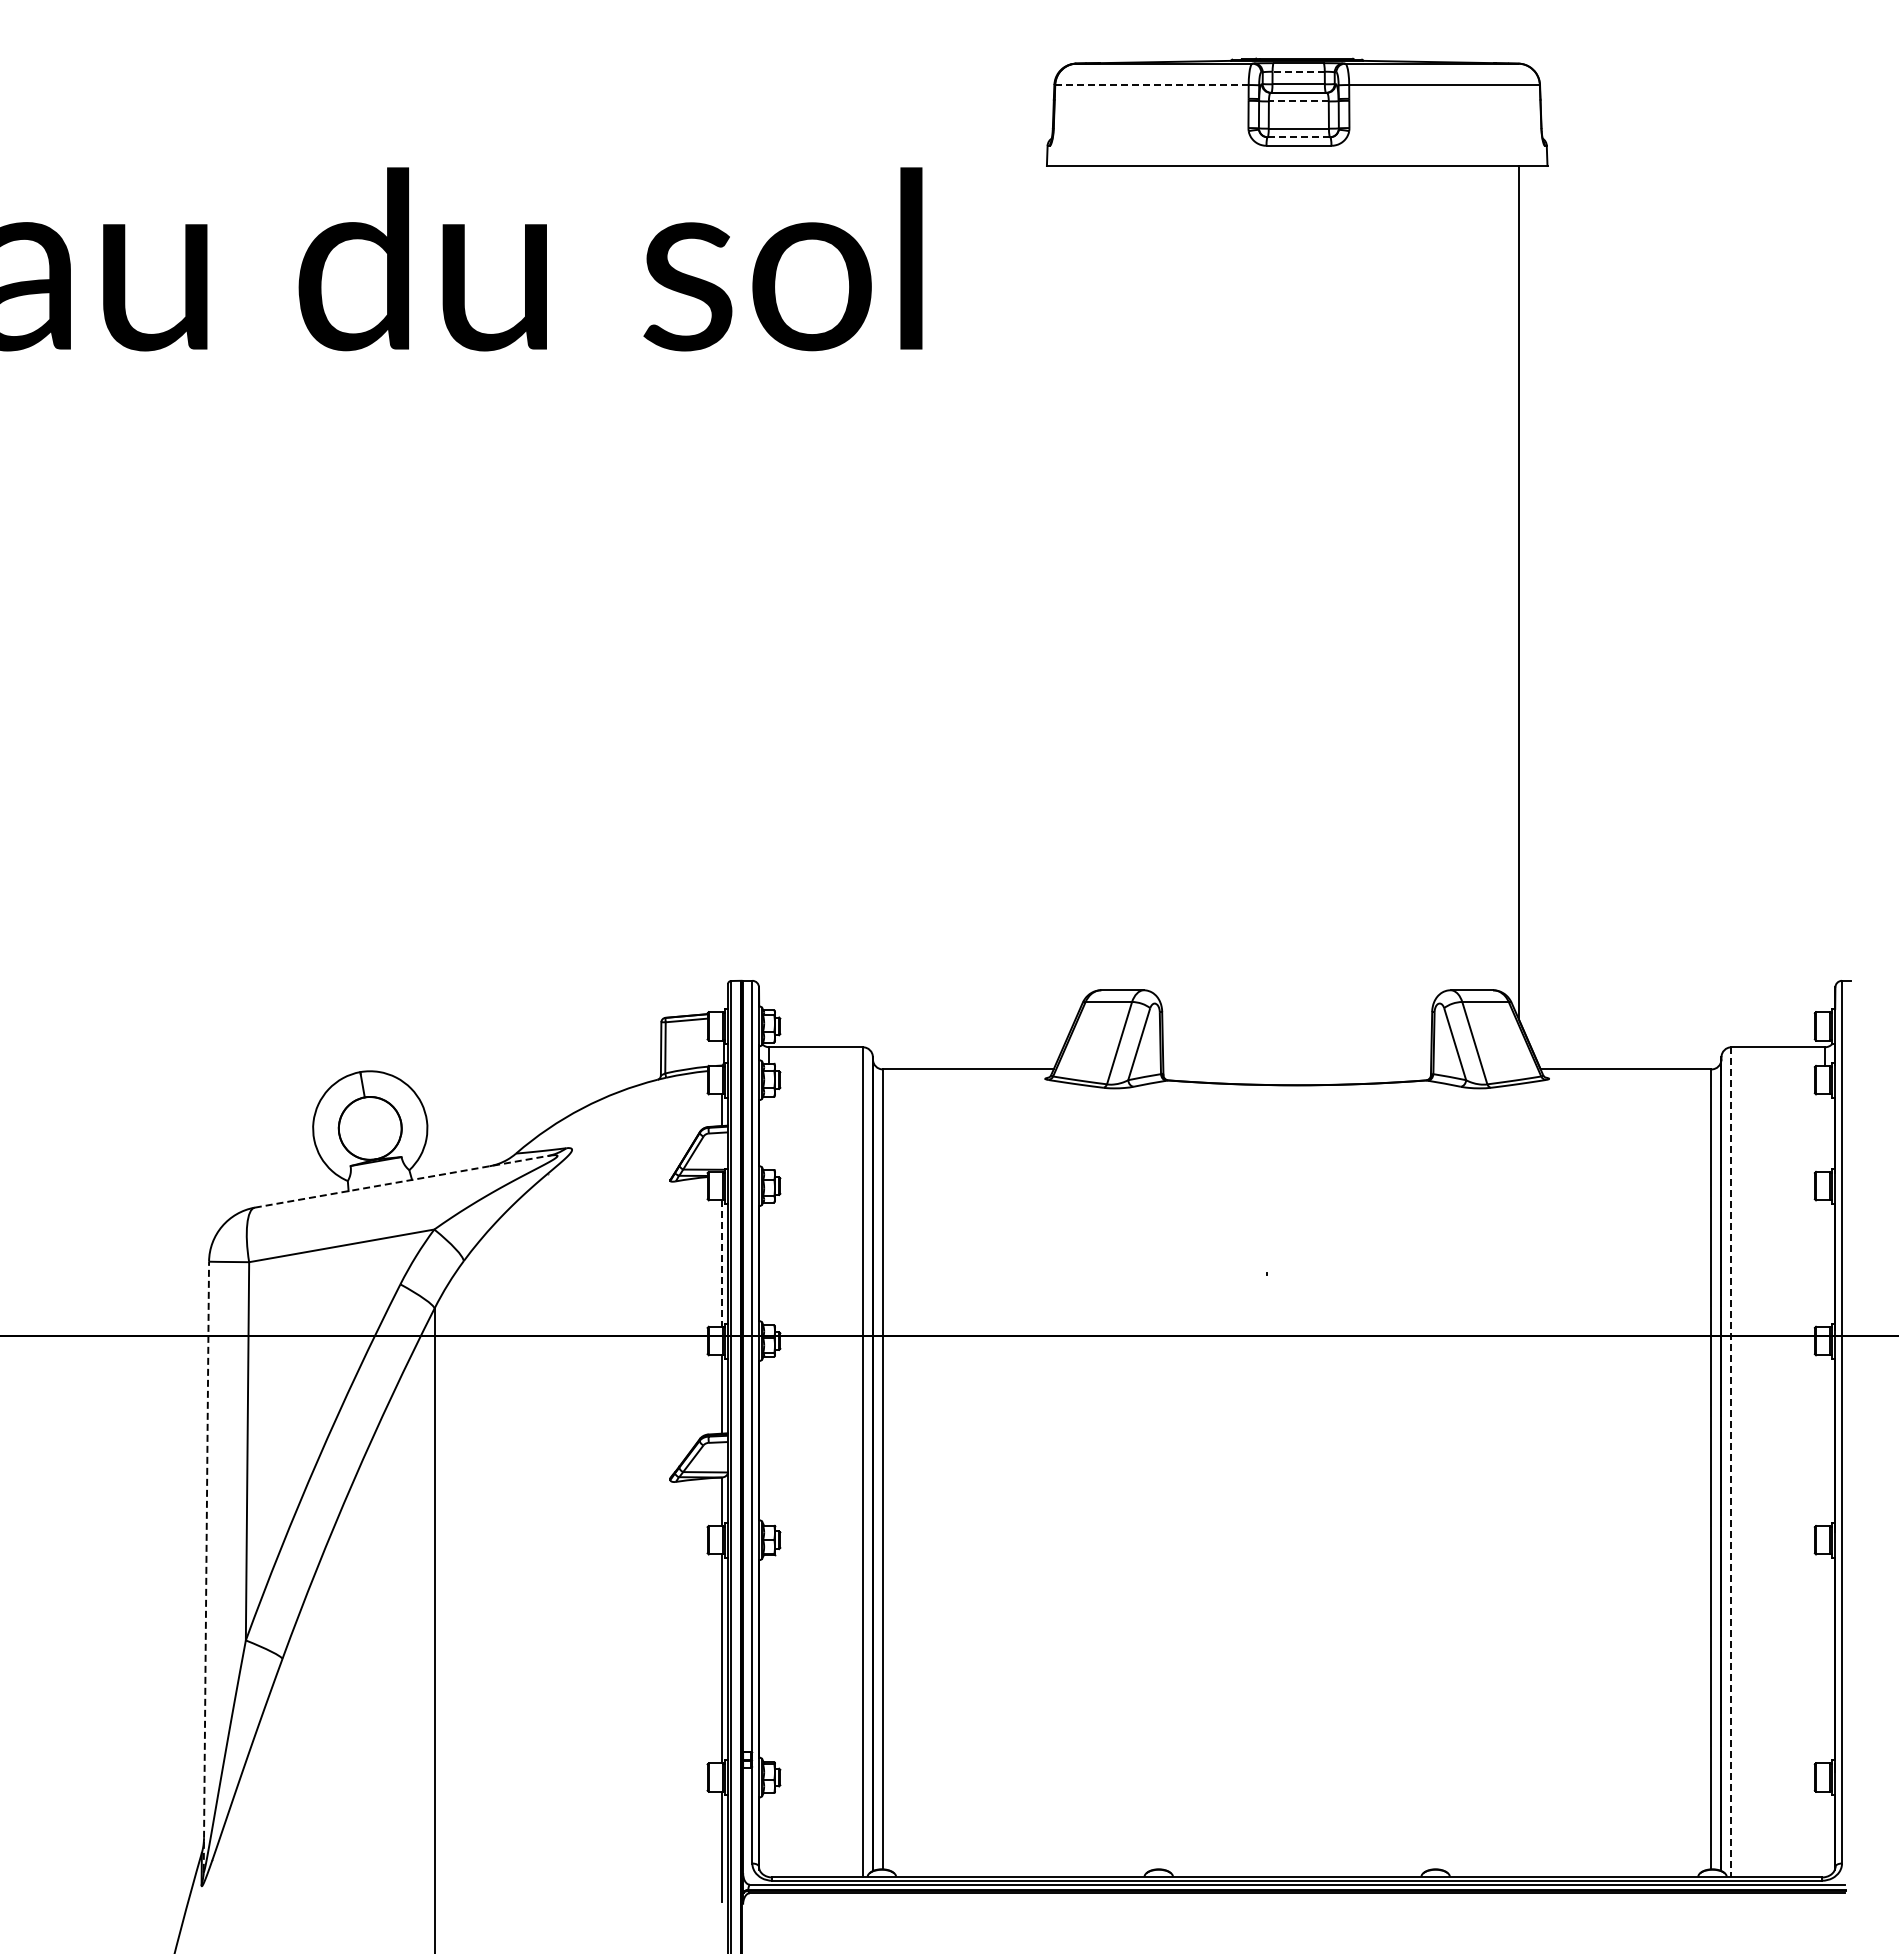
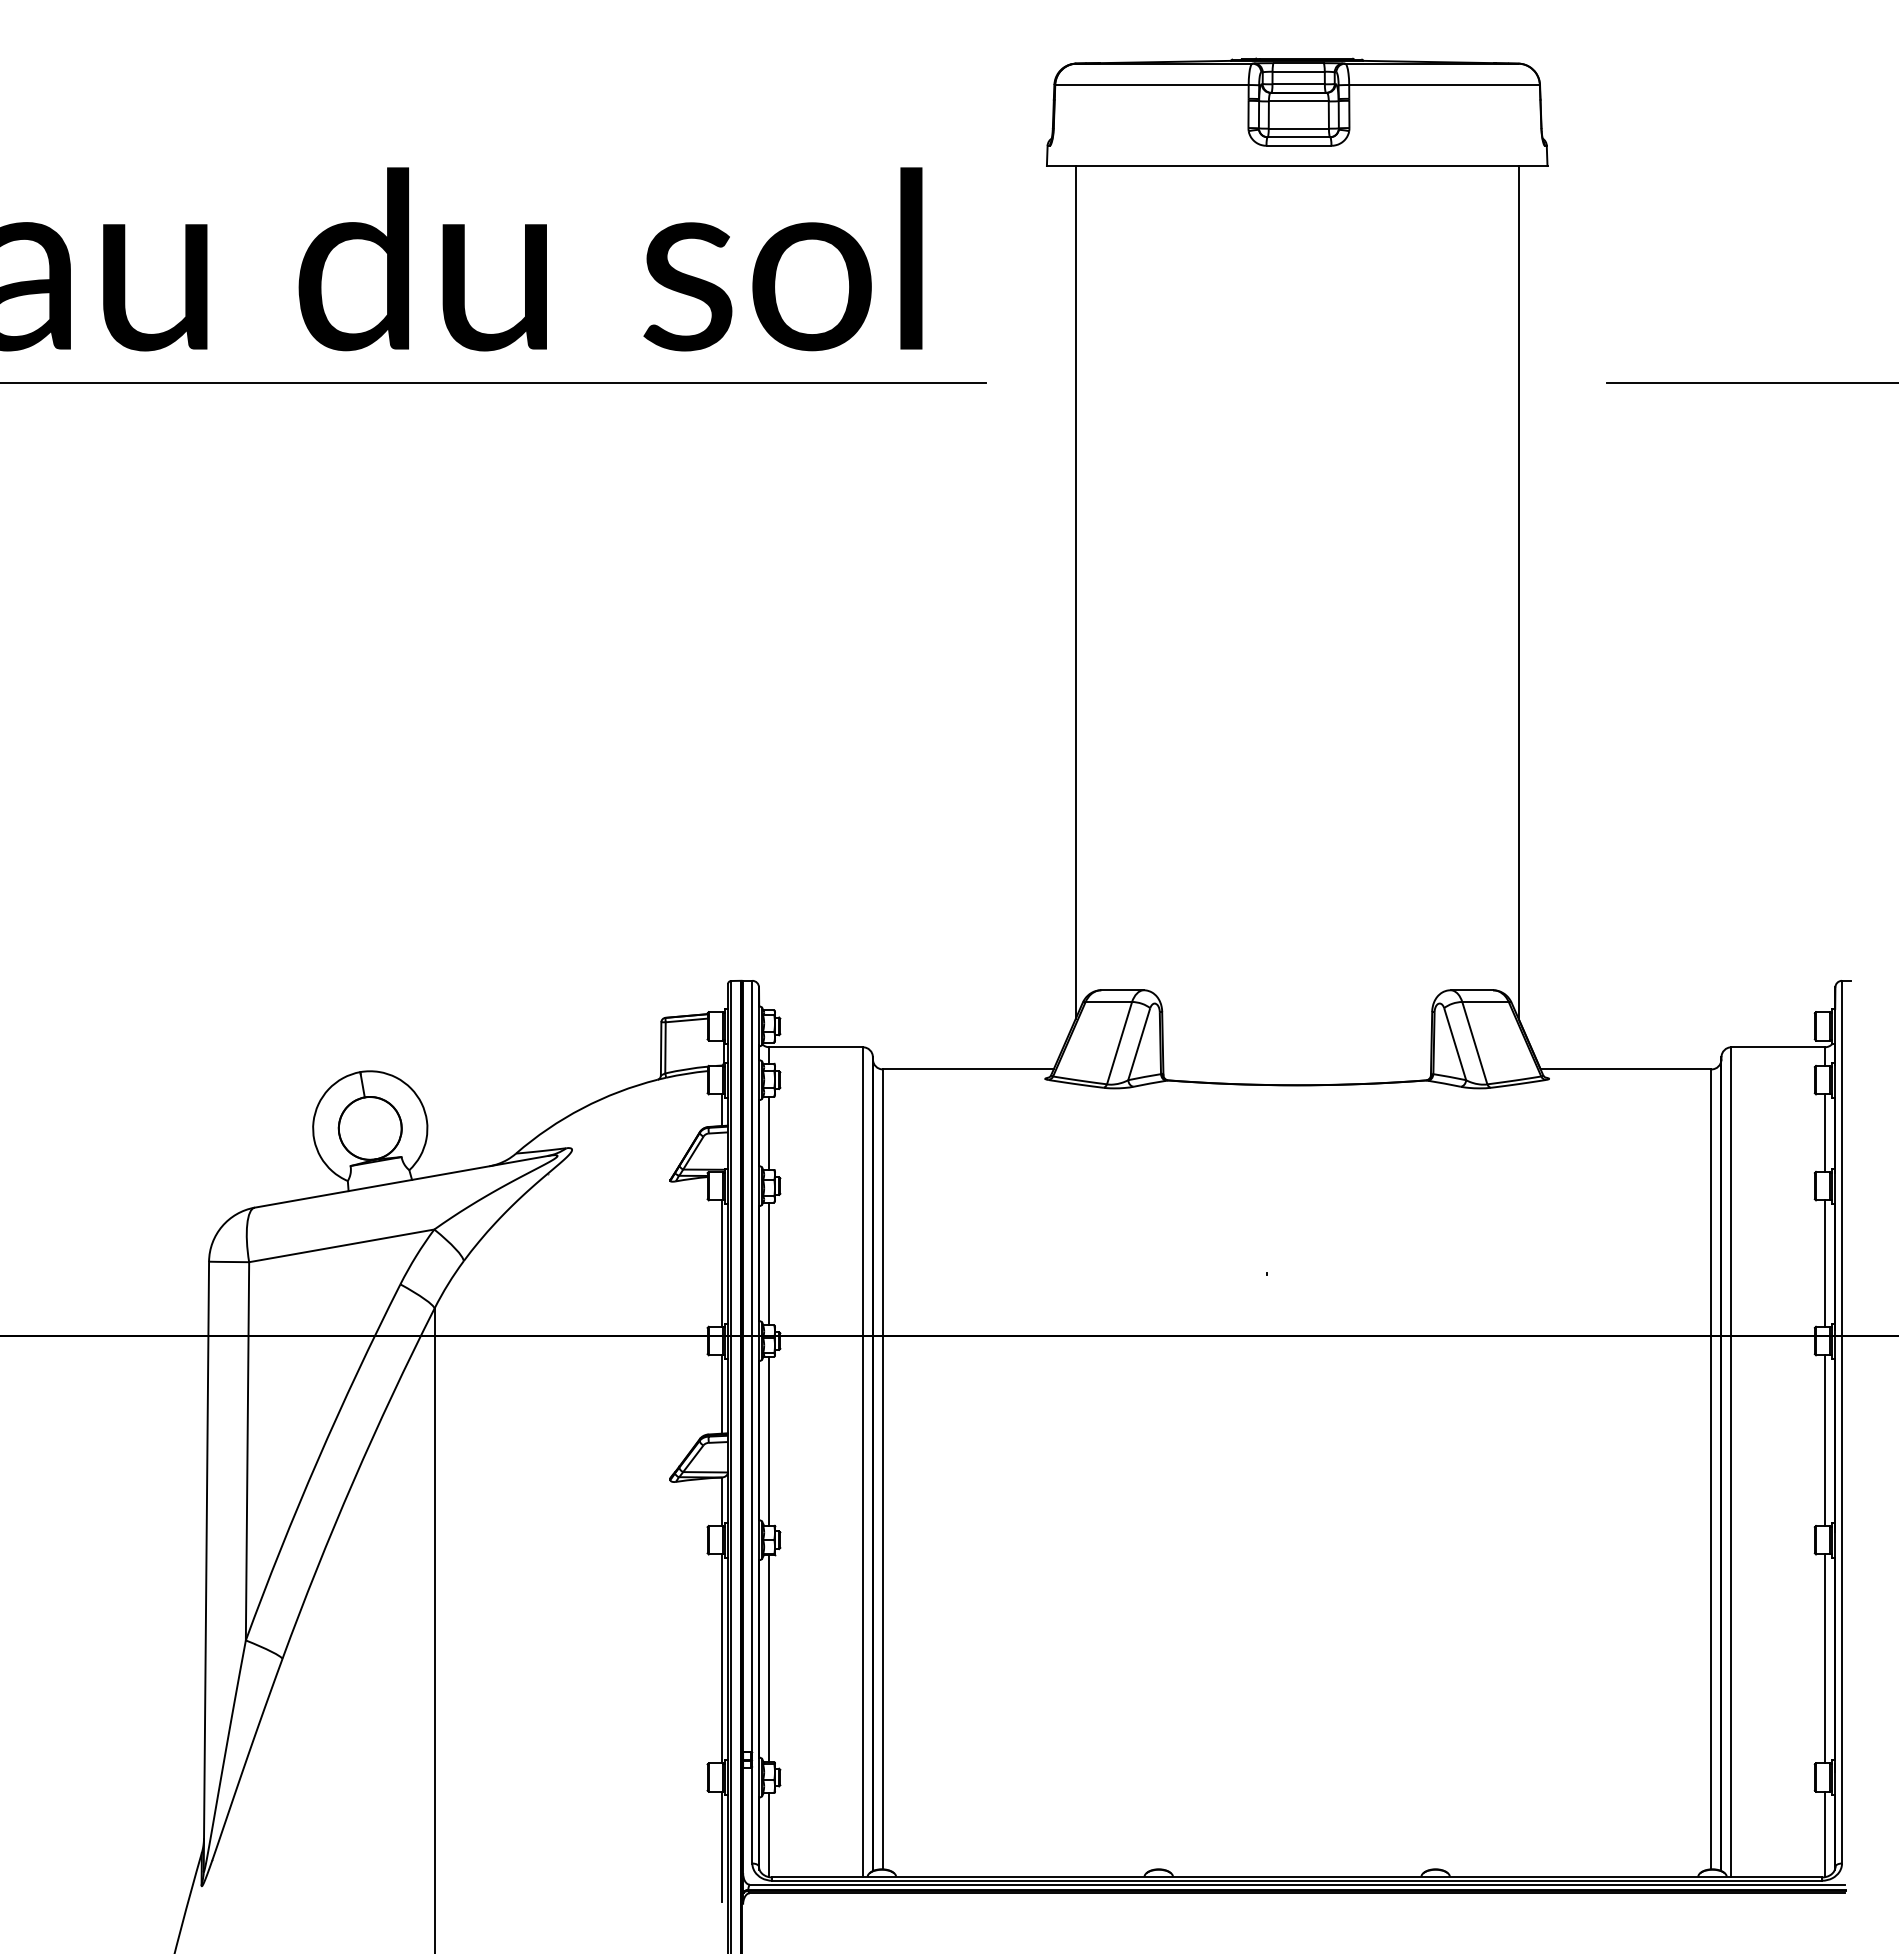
line at (1298, 71): dashed -> solid
line at (1151, 85): dashed -> solid
line at (1298, 101): dashed -> solid
line at (1299, 137): dashed -> solid
line at (494, 382): none -> present
line at (1751, 382): none -> present
line at (1075, 592): none -> present
line at (769, 1132): none -> present
line at (1824, 1132): none -> present
line at (401, 1181): dashed -> solid
line at (769, 1263): none -> present
line at (1824, 1263): none -> present
line at (721, 1264): dashed -> solid
line at (769, 1440): none -> present
line at (1824, 1440): none -> present
line at (1731, 1462): dashed -> solid
line at (206, 1566): dashed -> solid
line at (769, 1658): none -> present
line at (1824, 1658): none -> present
line at (769, 1834): none -> present
line at (1824, 1834): none -> present
